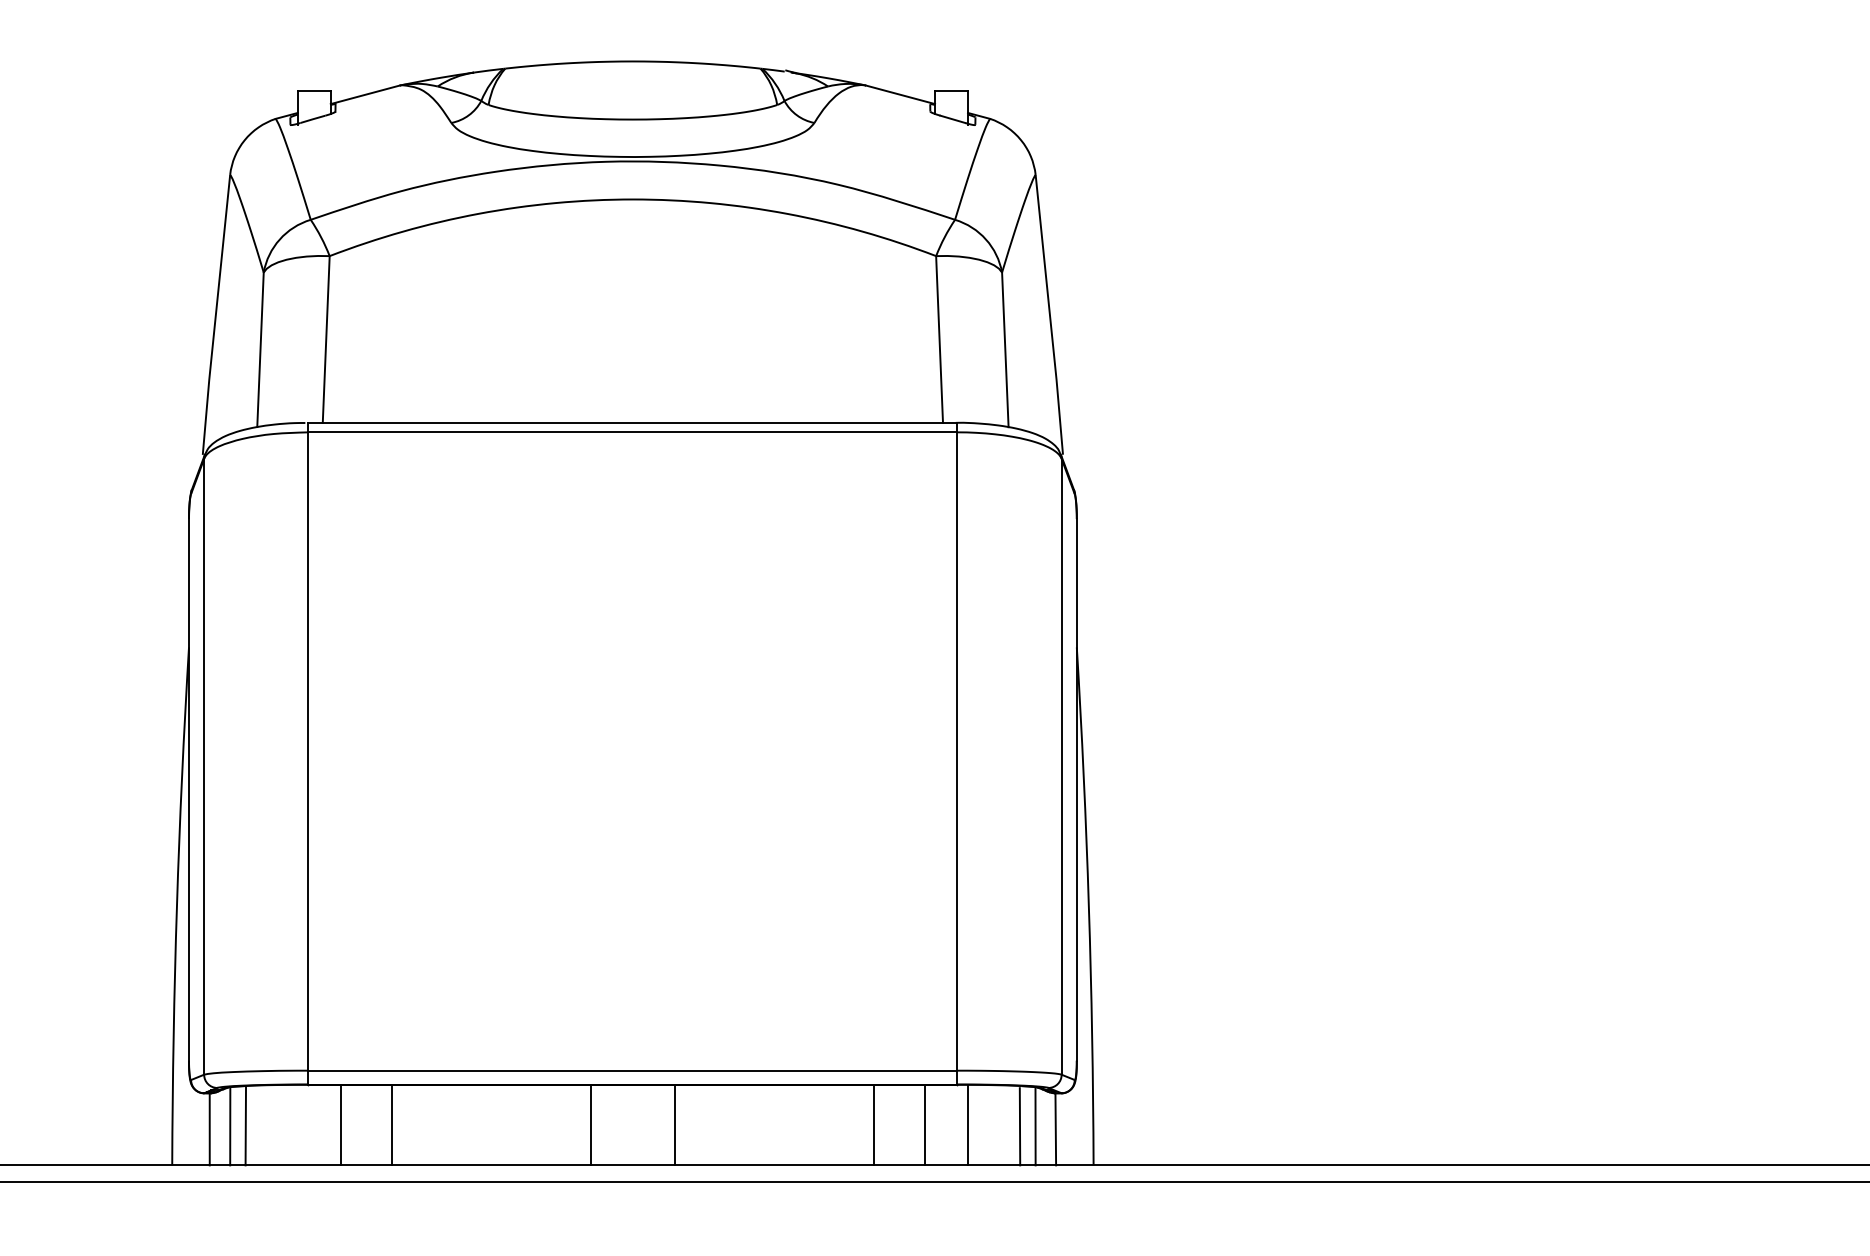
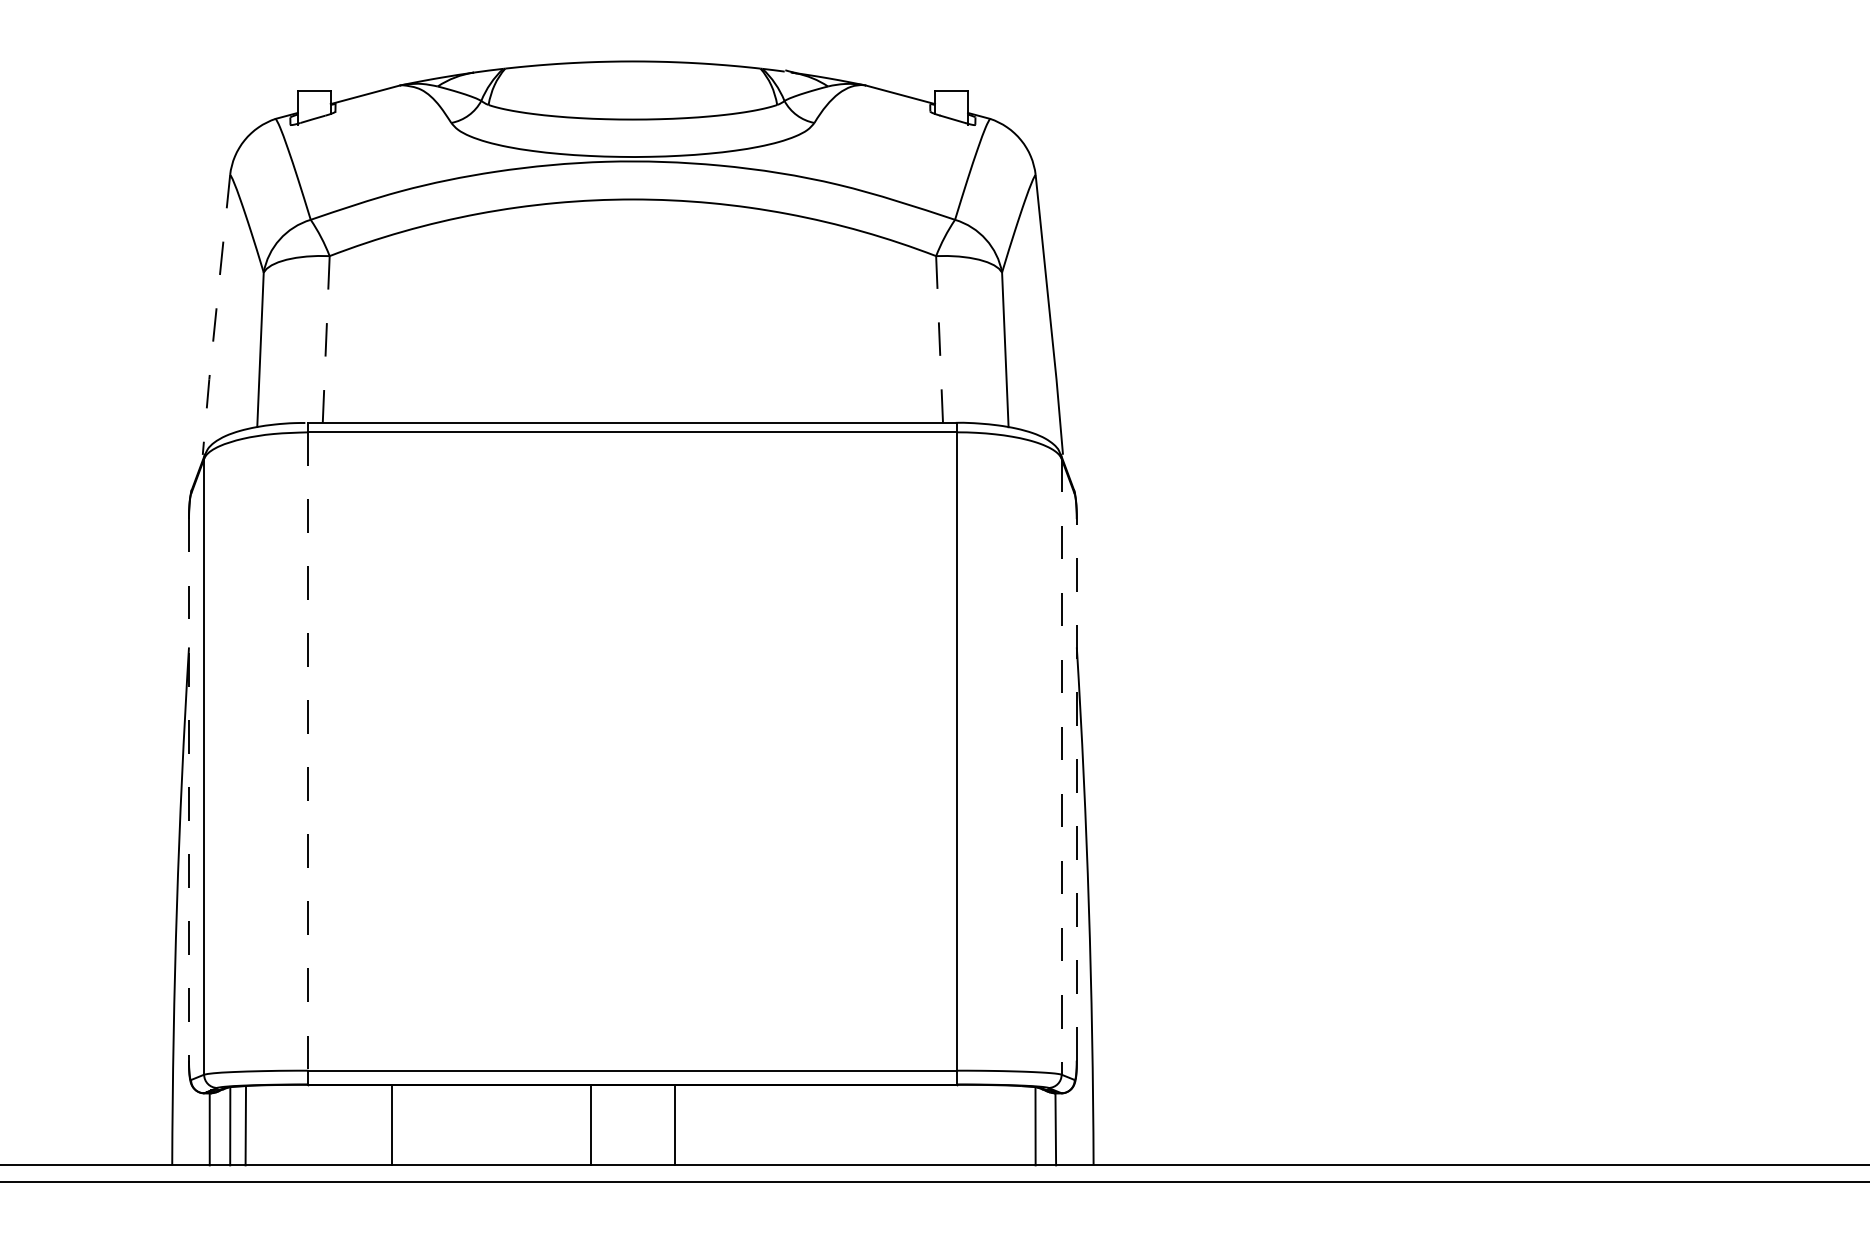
line at (215, 316): solid -> dashed
line at (939, 338): solid -> dashed
line at (326, 339): solid -> dashed
line at (308, 752): solid -> dashed
line at (1061, 766): solid -> dashed
line at (189, 789): solid -> dashed
line at (1076, 789): solid -> dashed
line at (341, 1124): present -> none
line at (874, 1124): present -> none
line at (924, 1124): present -> none
line at (968, 1124): present -> none
line at (1019, 1126): present -> none
